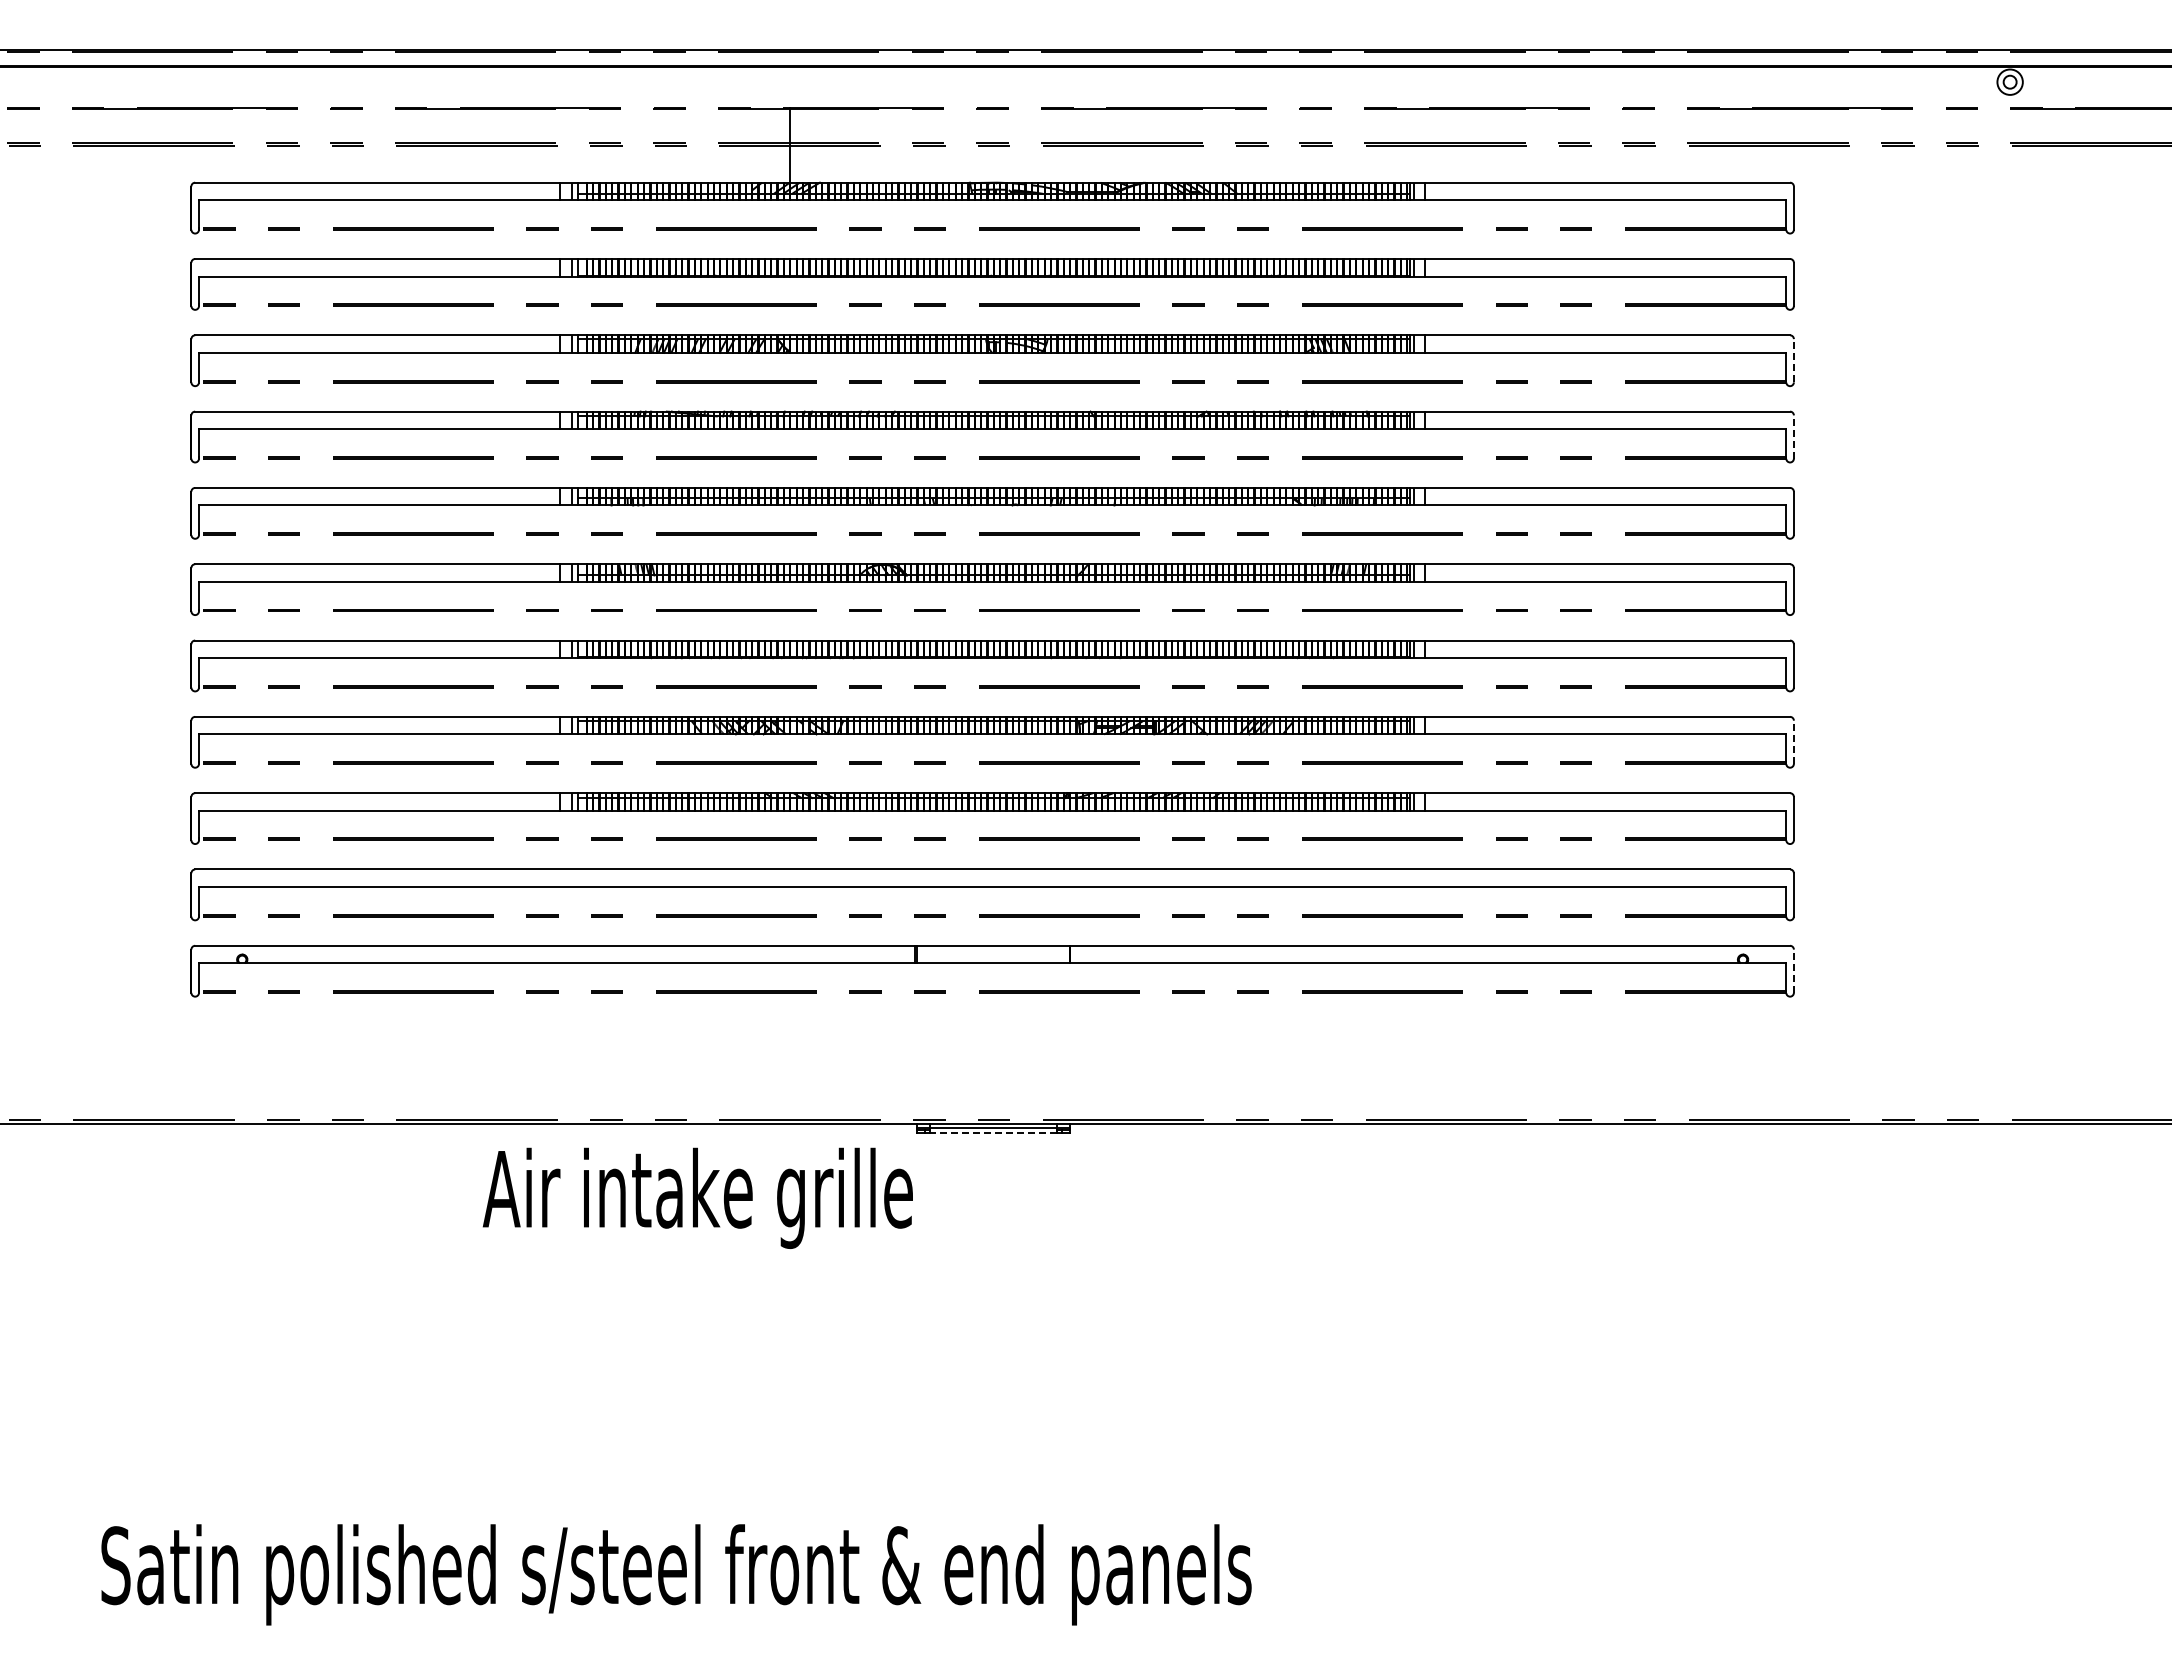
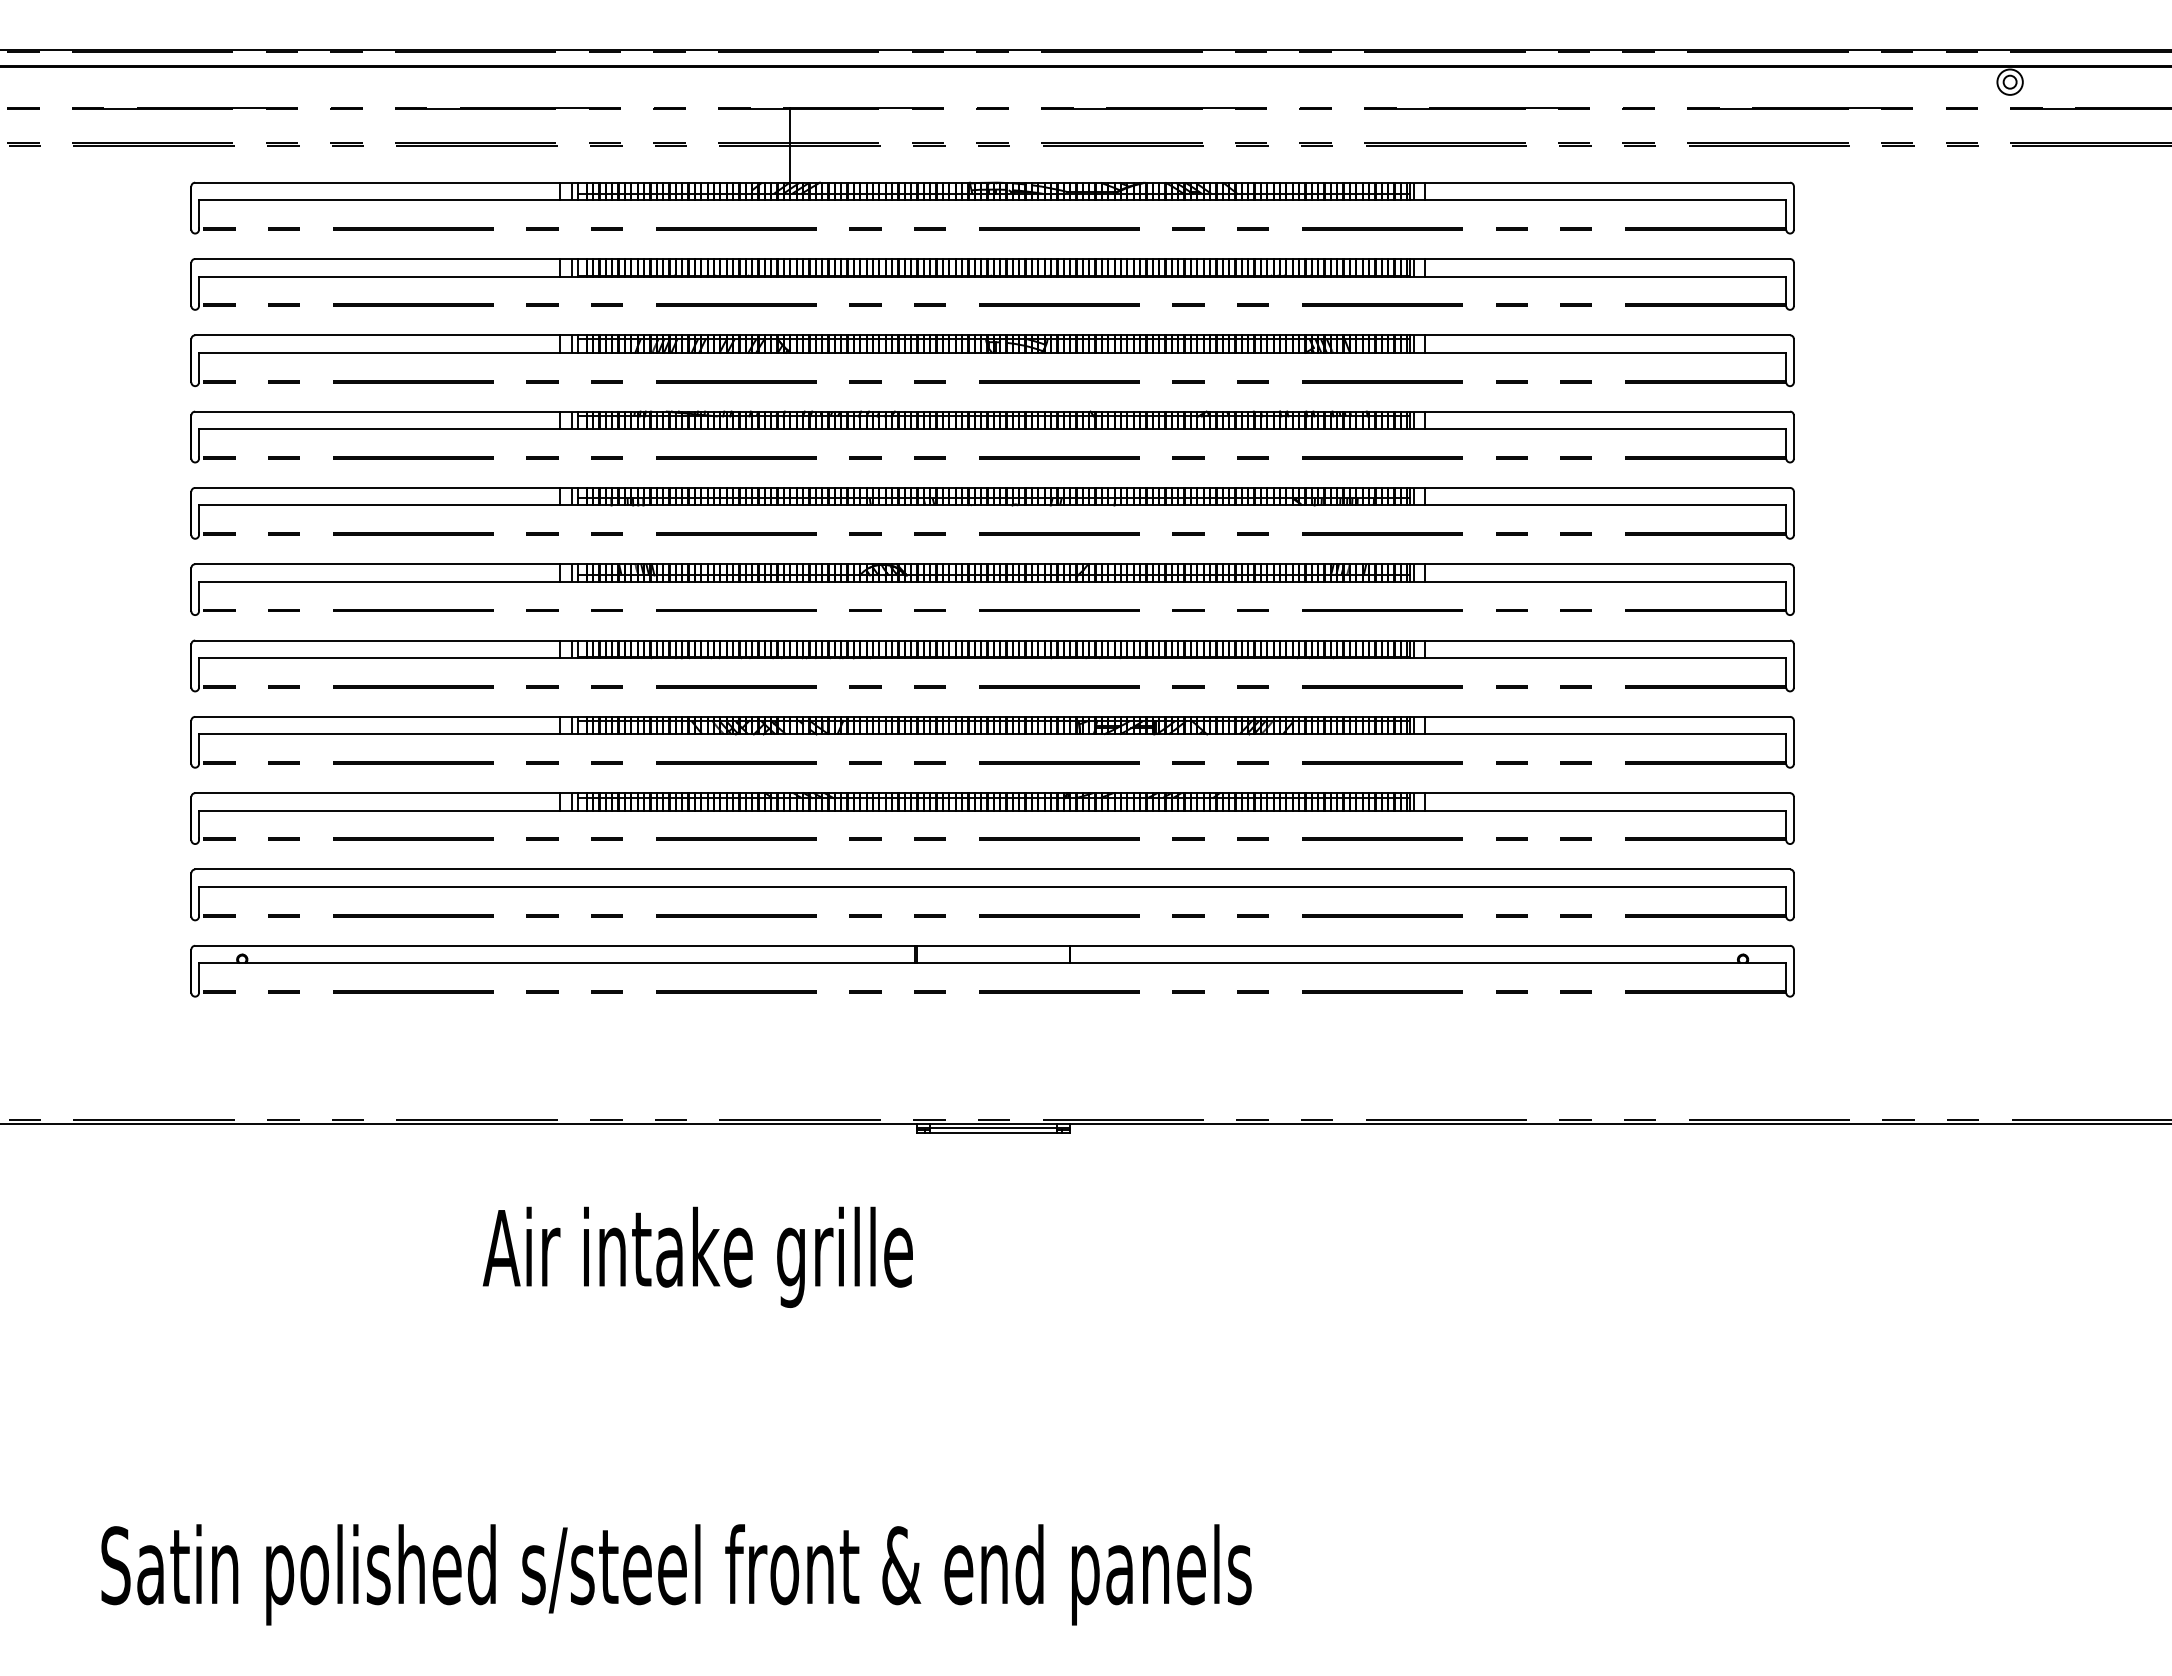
line at (1793, 360): dashed -> solid
line at (1793, 437): dashed -> solid
line at (1793, 742): dashed -> solid
line at (1793, 971): dashed -> solid
line at (993, 1132): dashed -> solid
text at (697, 1197) position: (697, 1197) -> (697, 1256)
